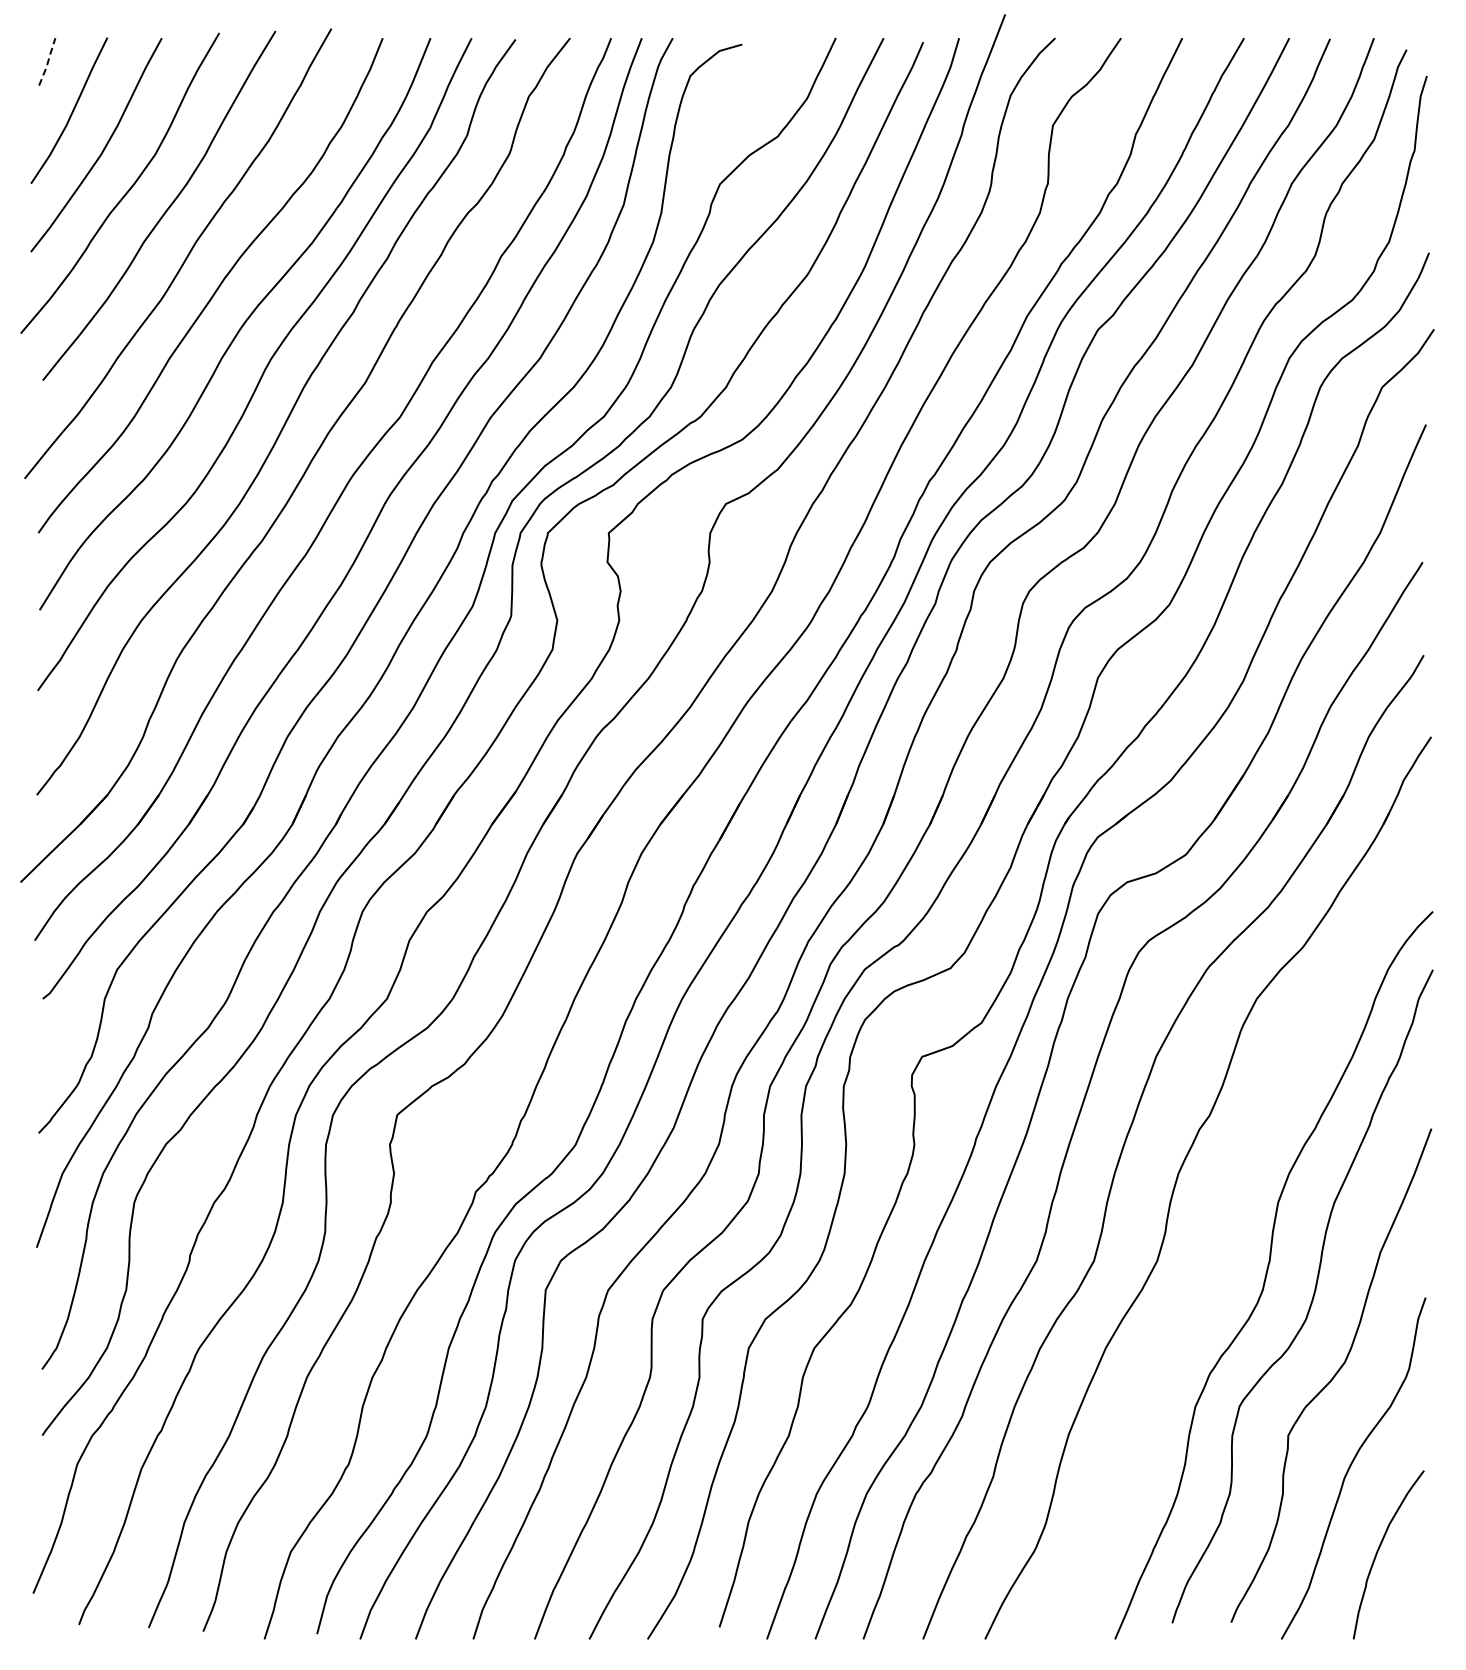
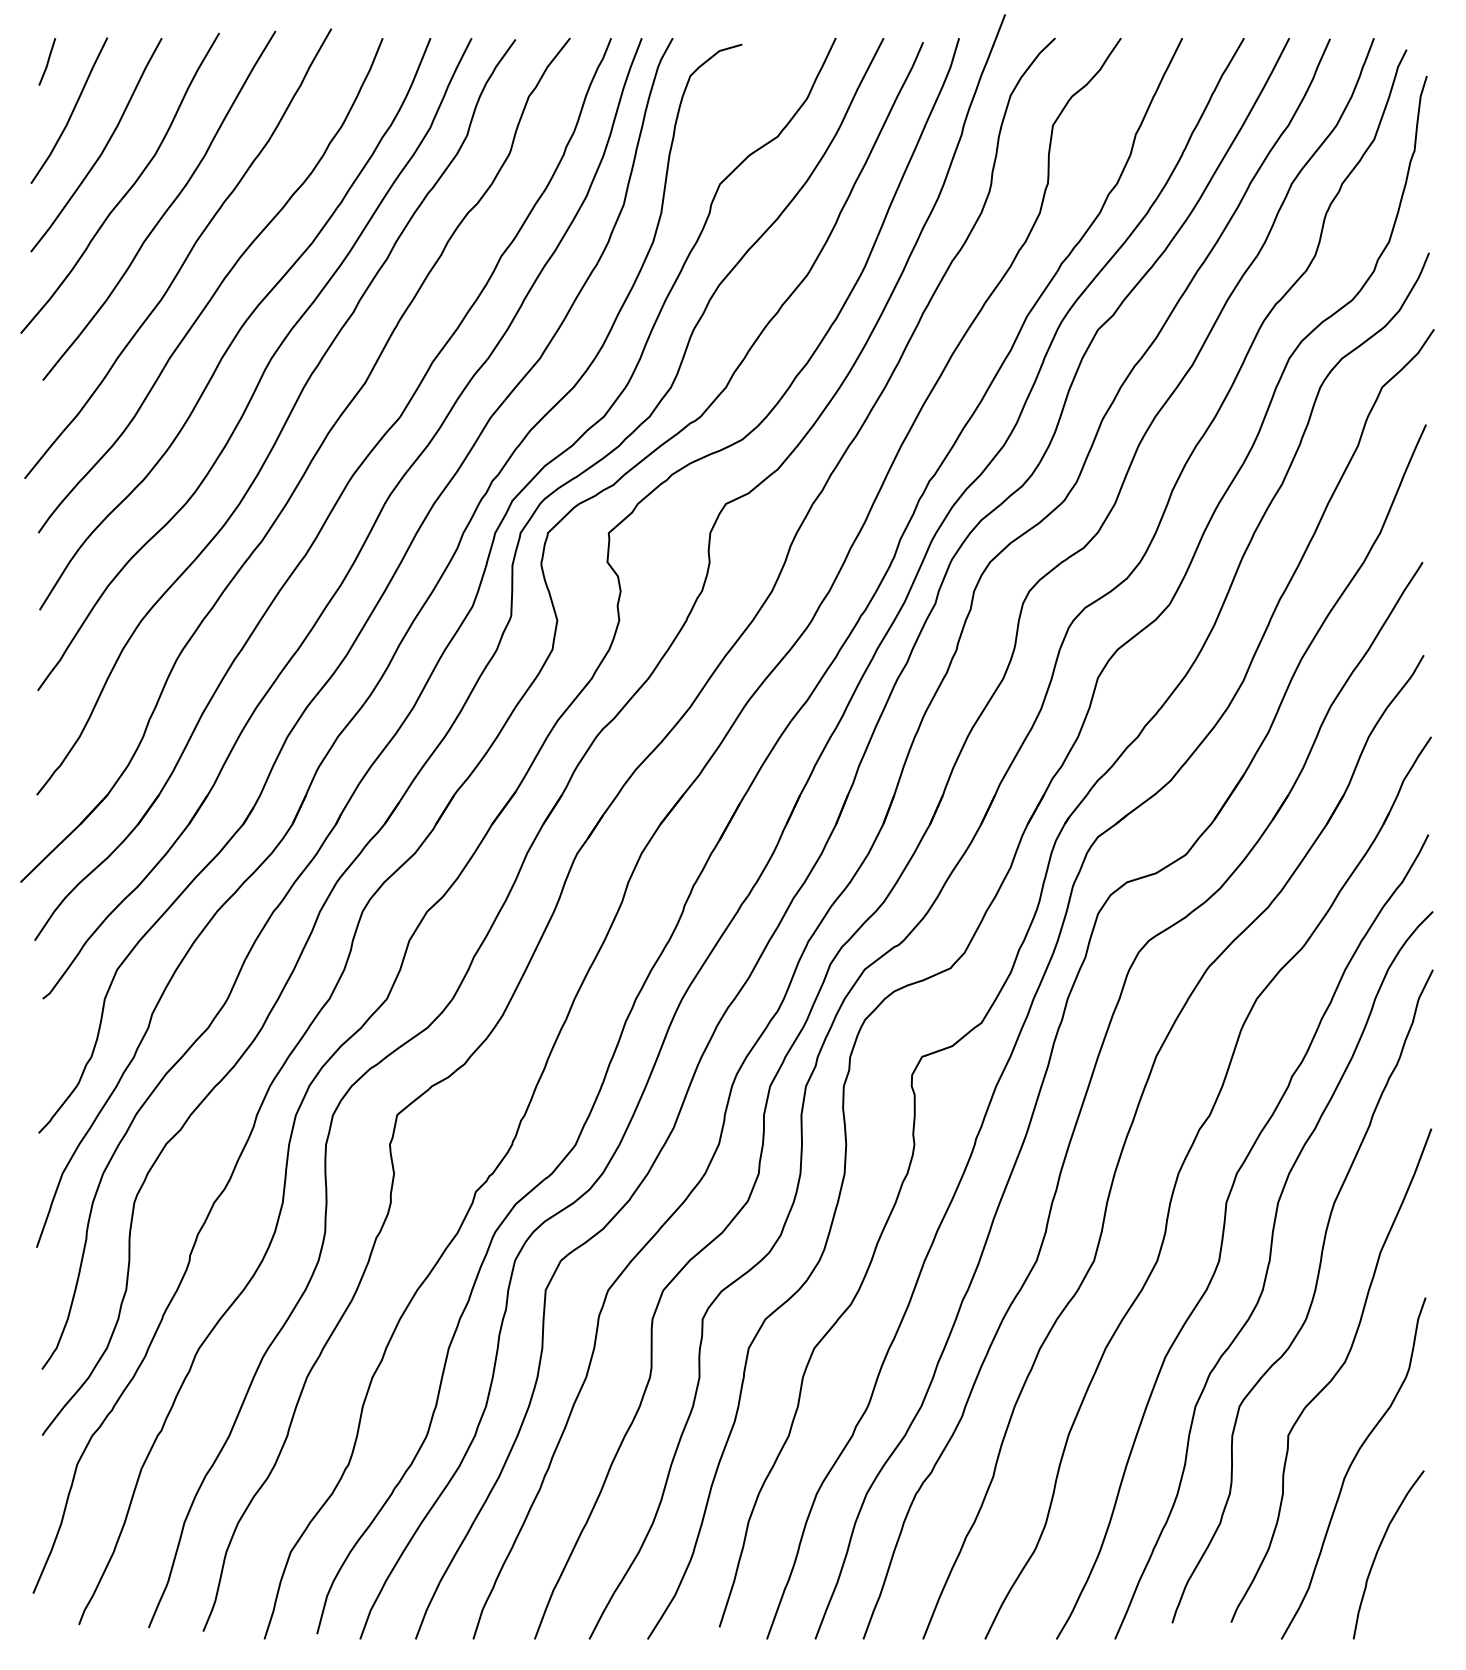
line at (48, 61): dashed -> solid
curve at (1224, 1233): none -> present
